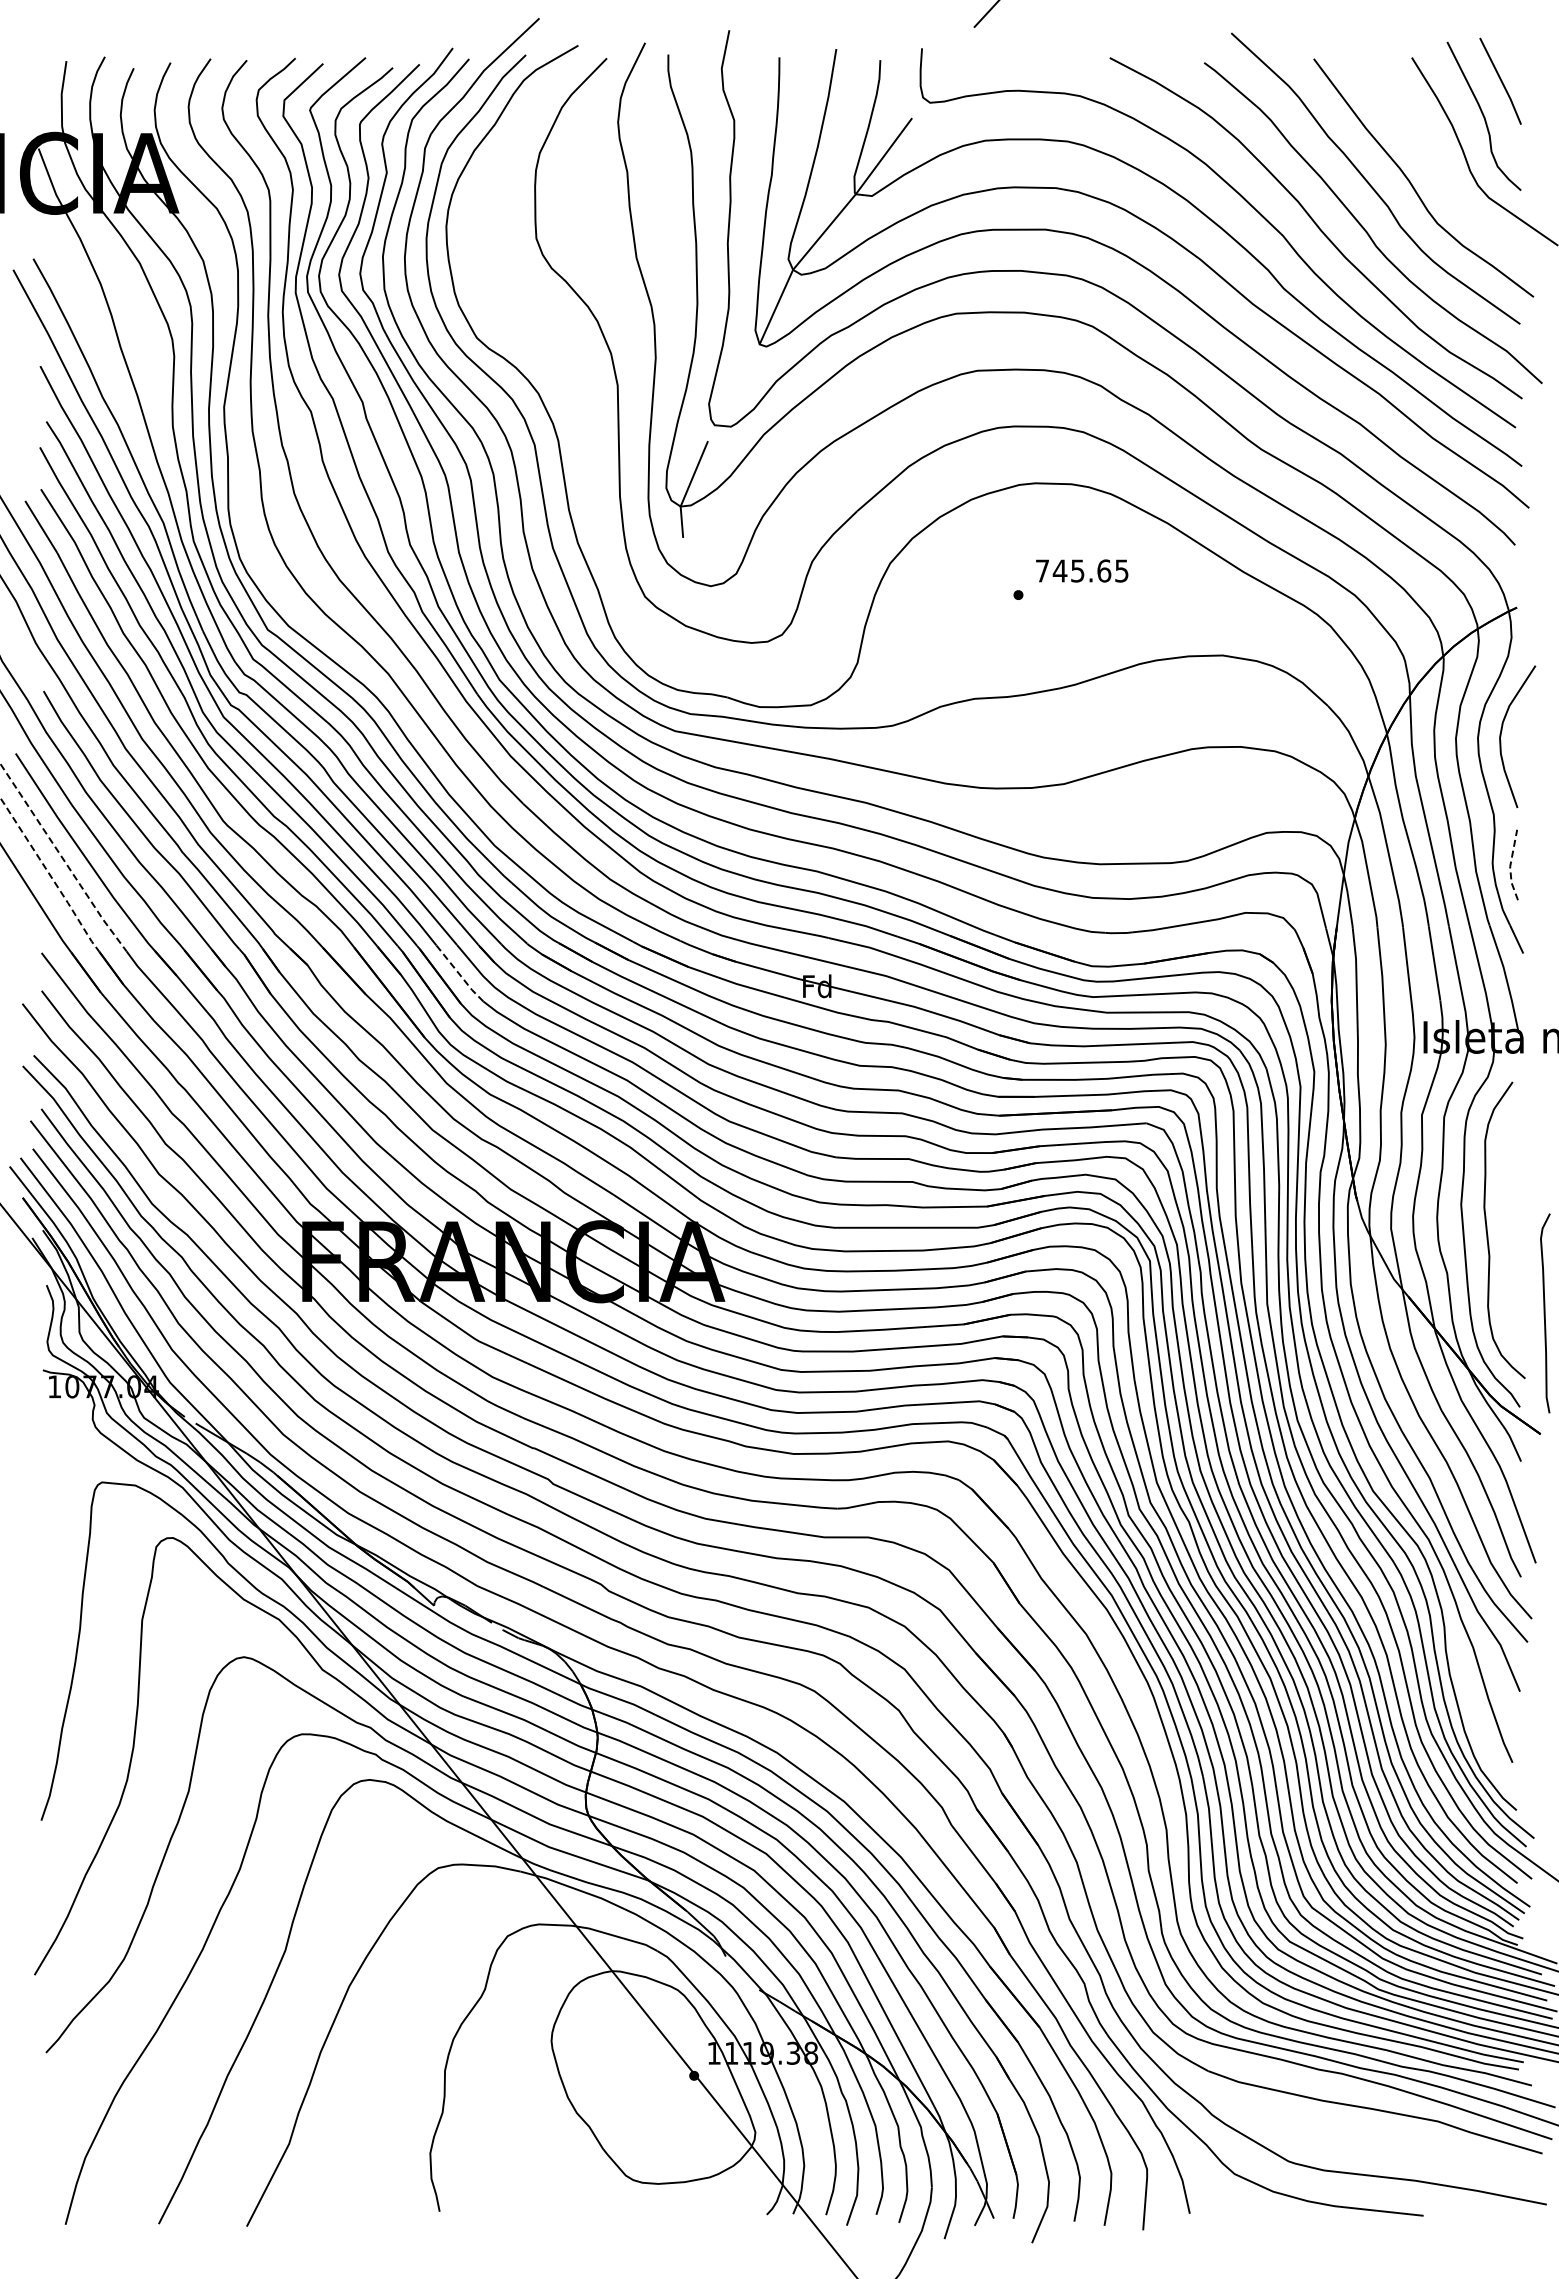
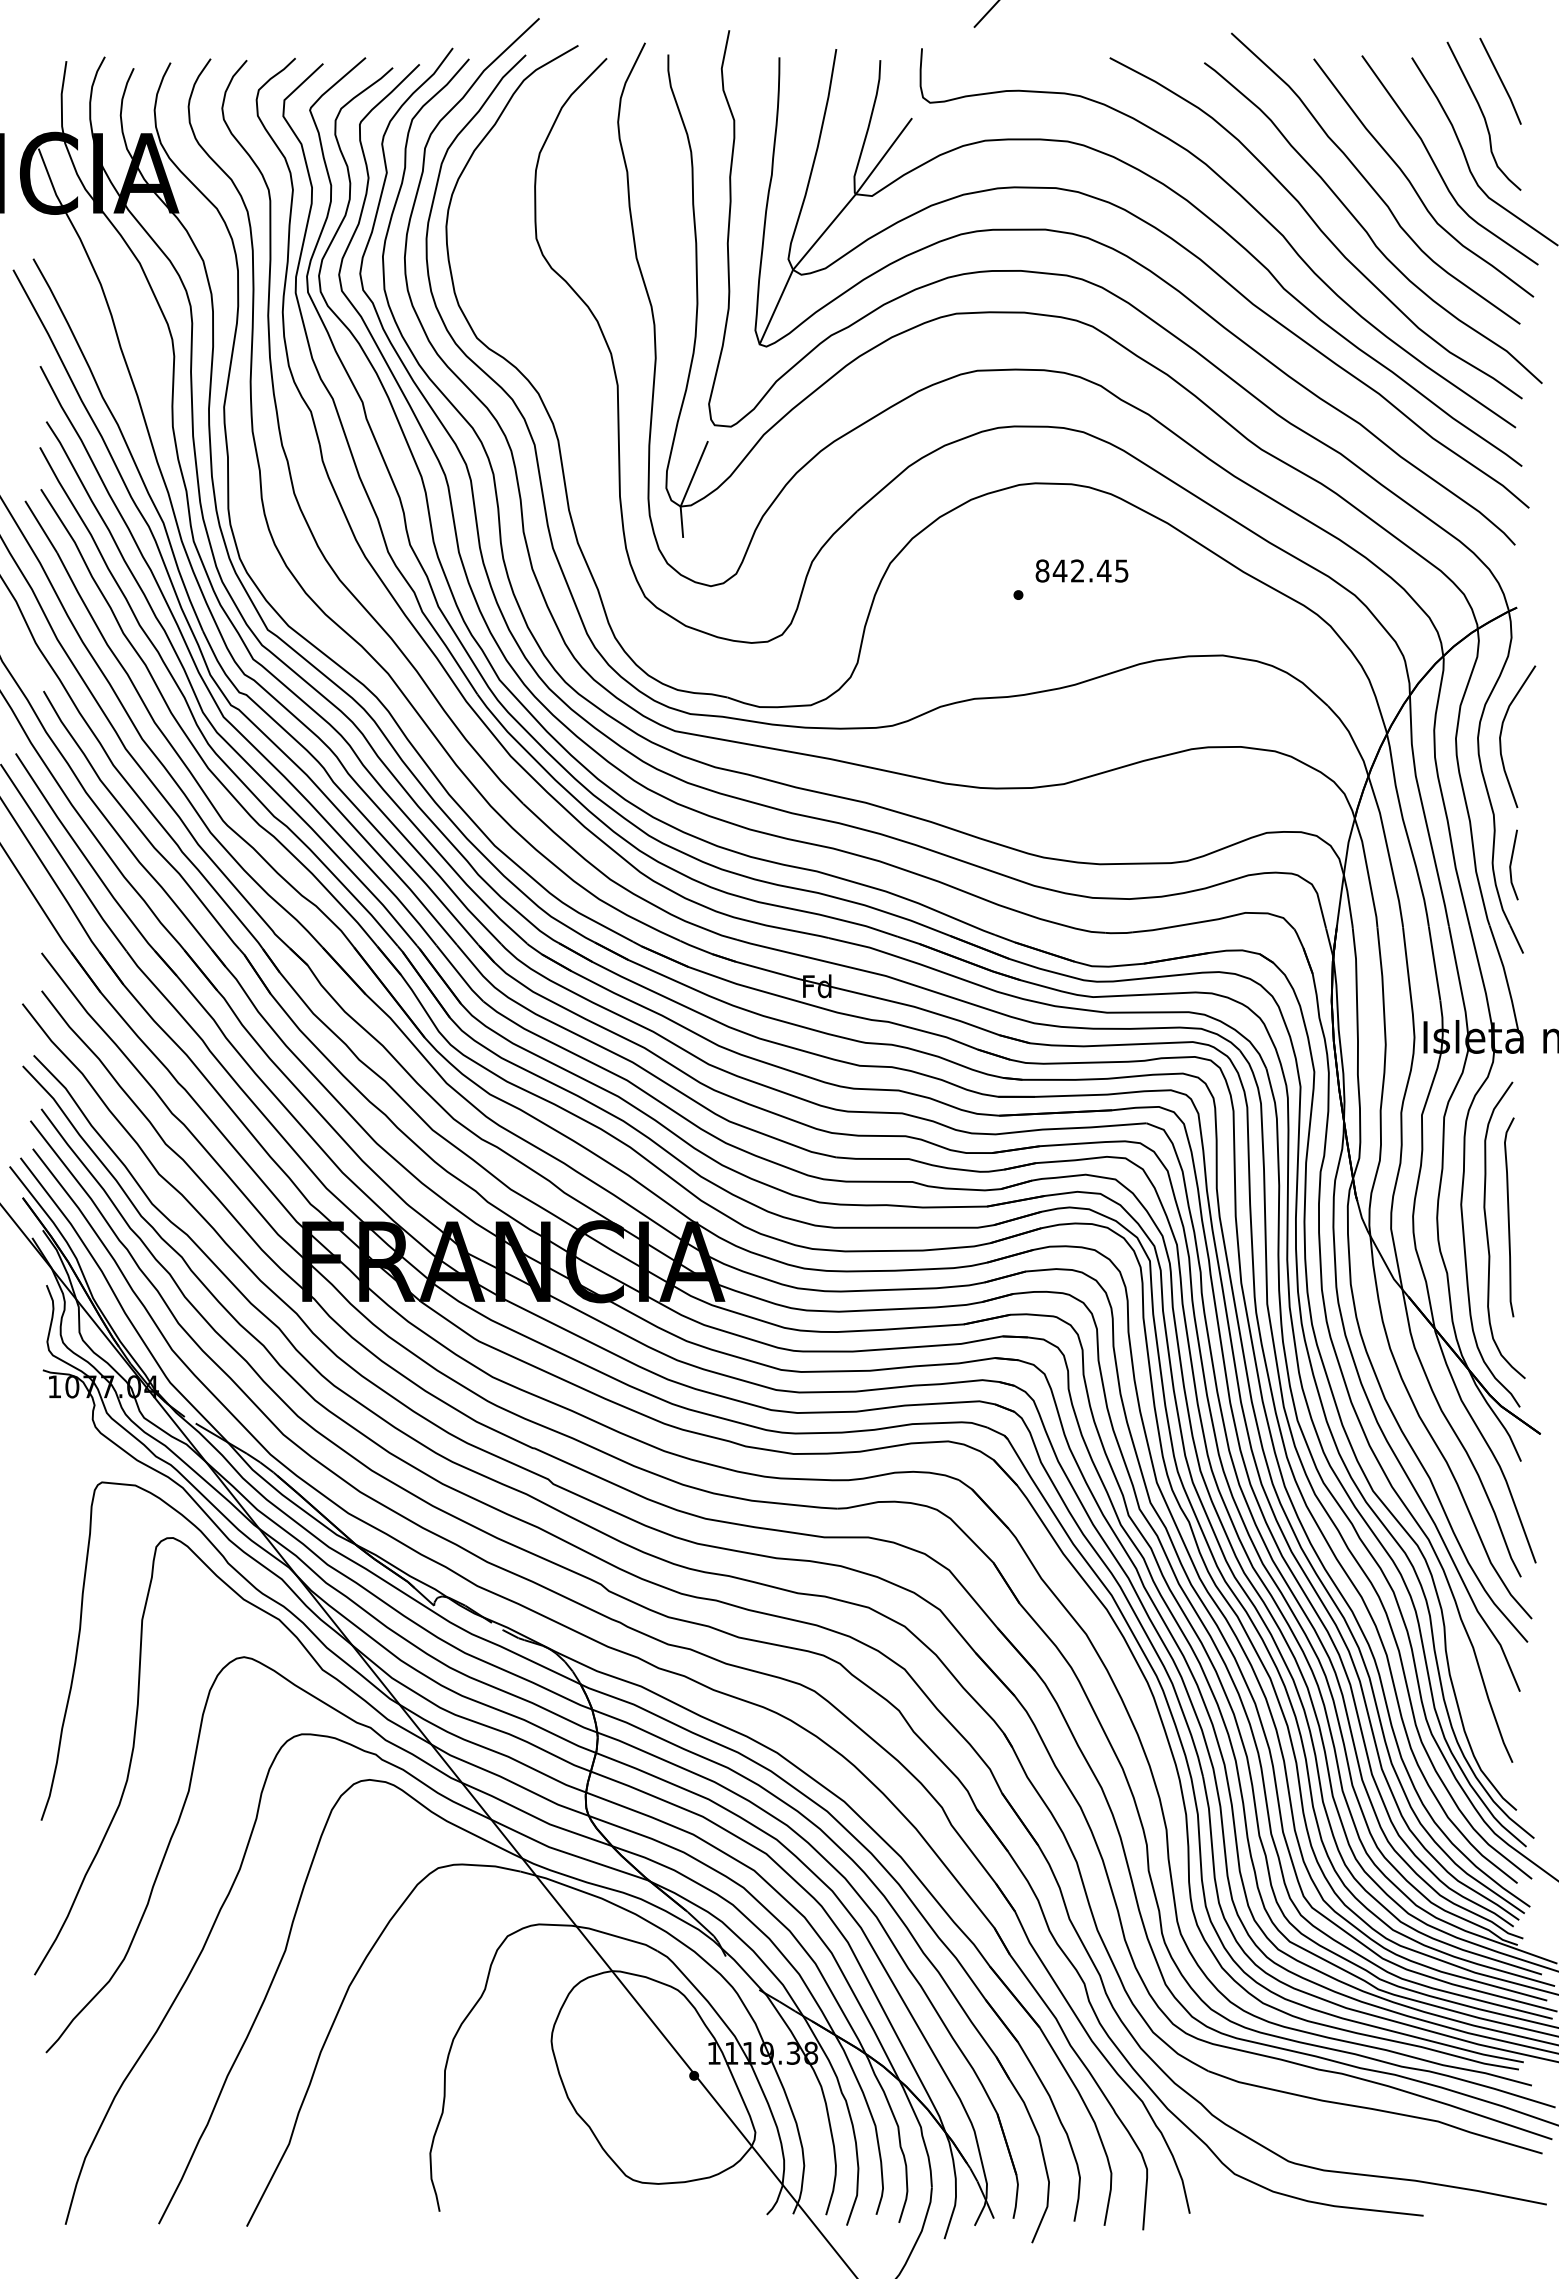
curve at (1437, 167): none -> present
text at (1073, 570): 745.65 -> 842.45
line at (63, 858): dashed -> solid
line at (1510, 865): dashed -> solid
line at (50, 876): dashed -> solid
line at (459, 974): dashed -> solid
curve at (1545, 1313) position: (1545, 1313) -> (1509, 1217)
